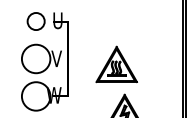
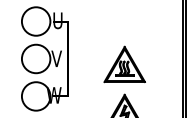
circle at (35, 21) diameter: 17 px -> 28 px
part at (116, 64) position: (116, 64) -> (124, 64)
